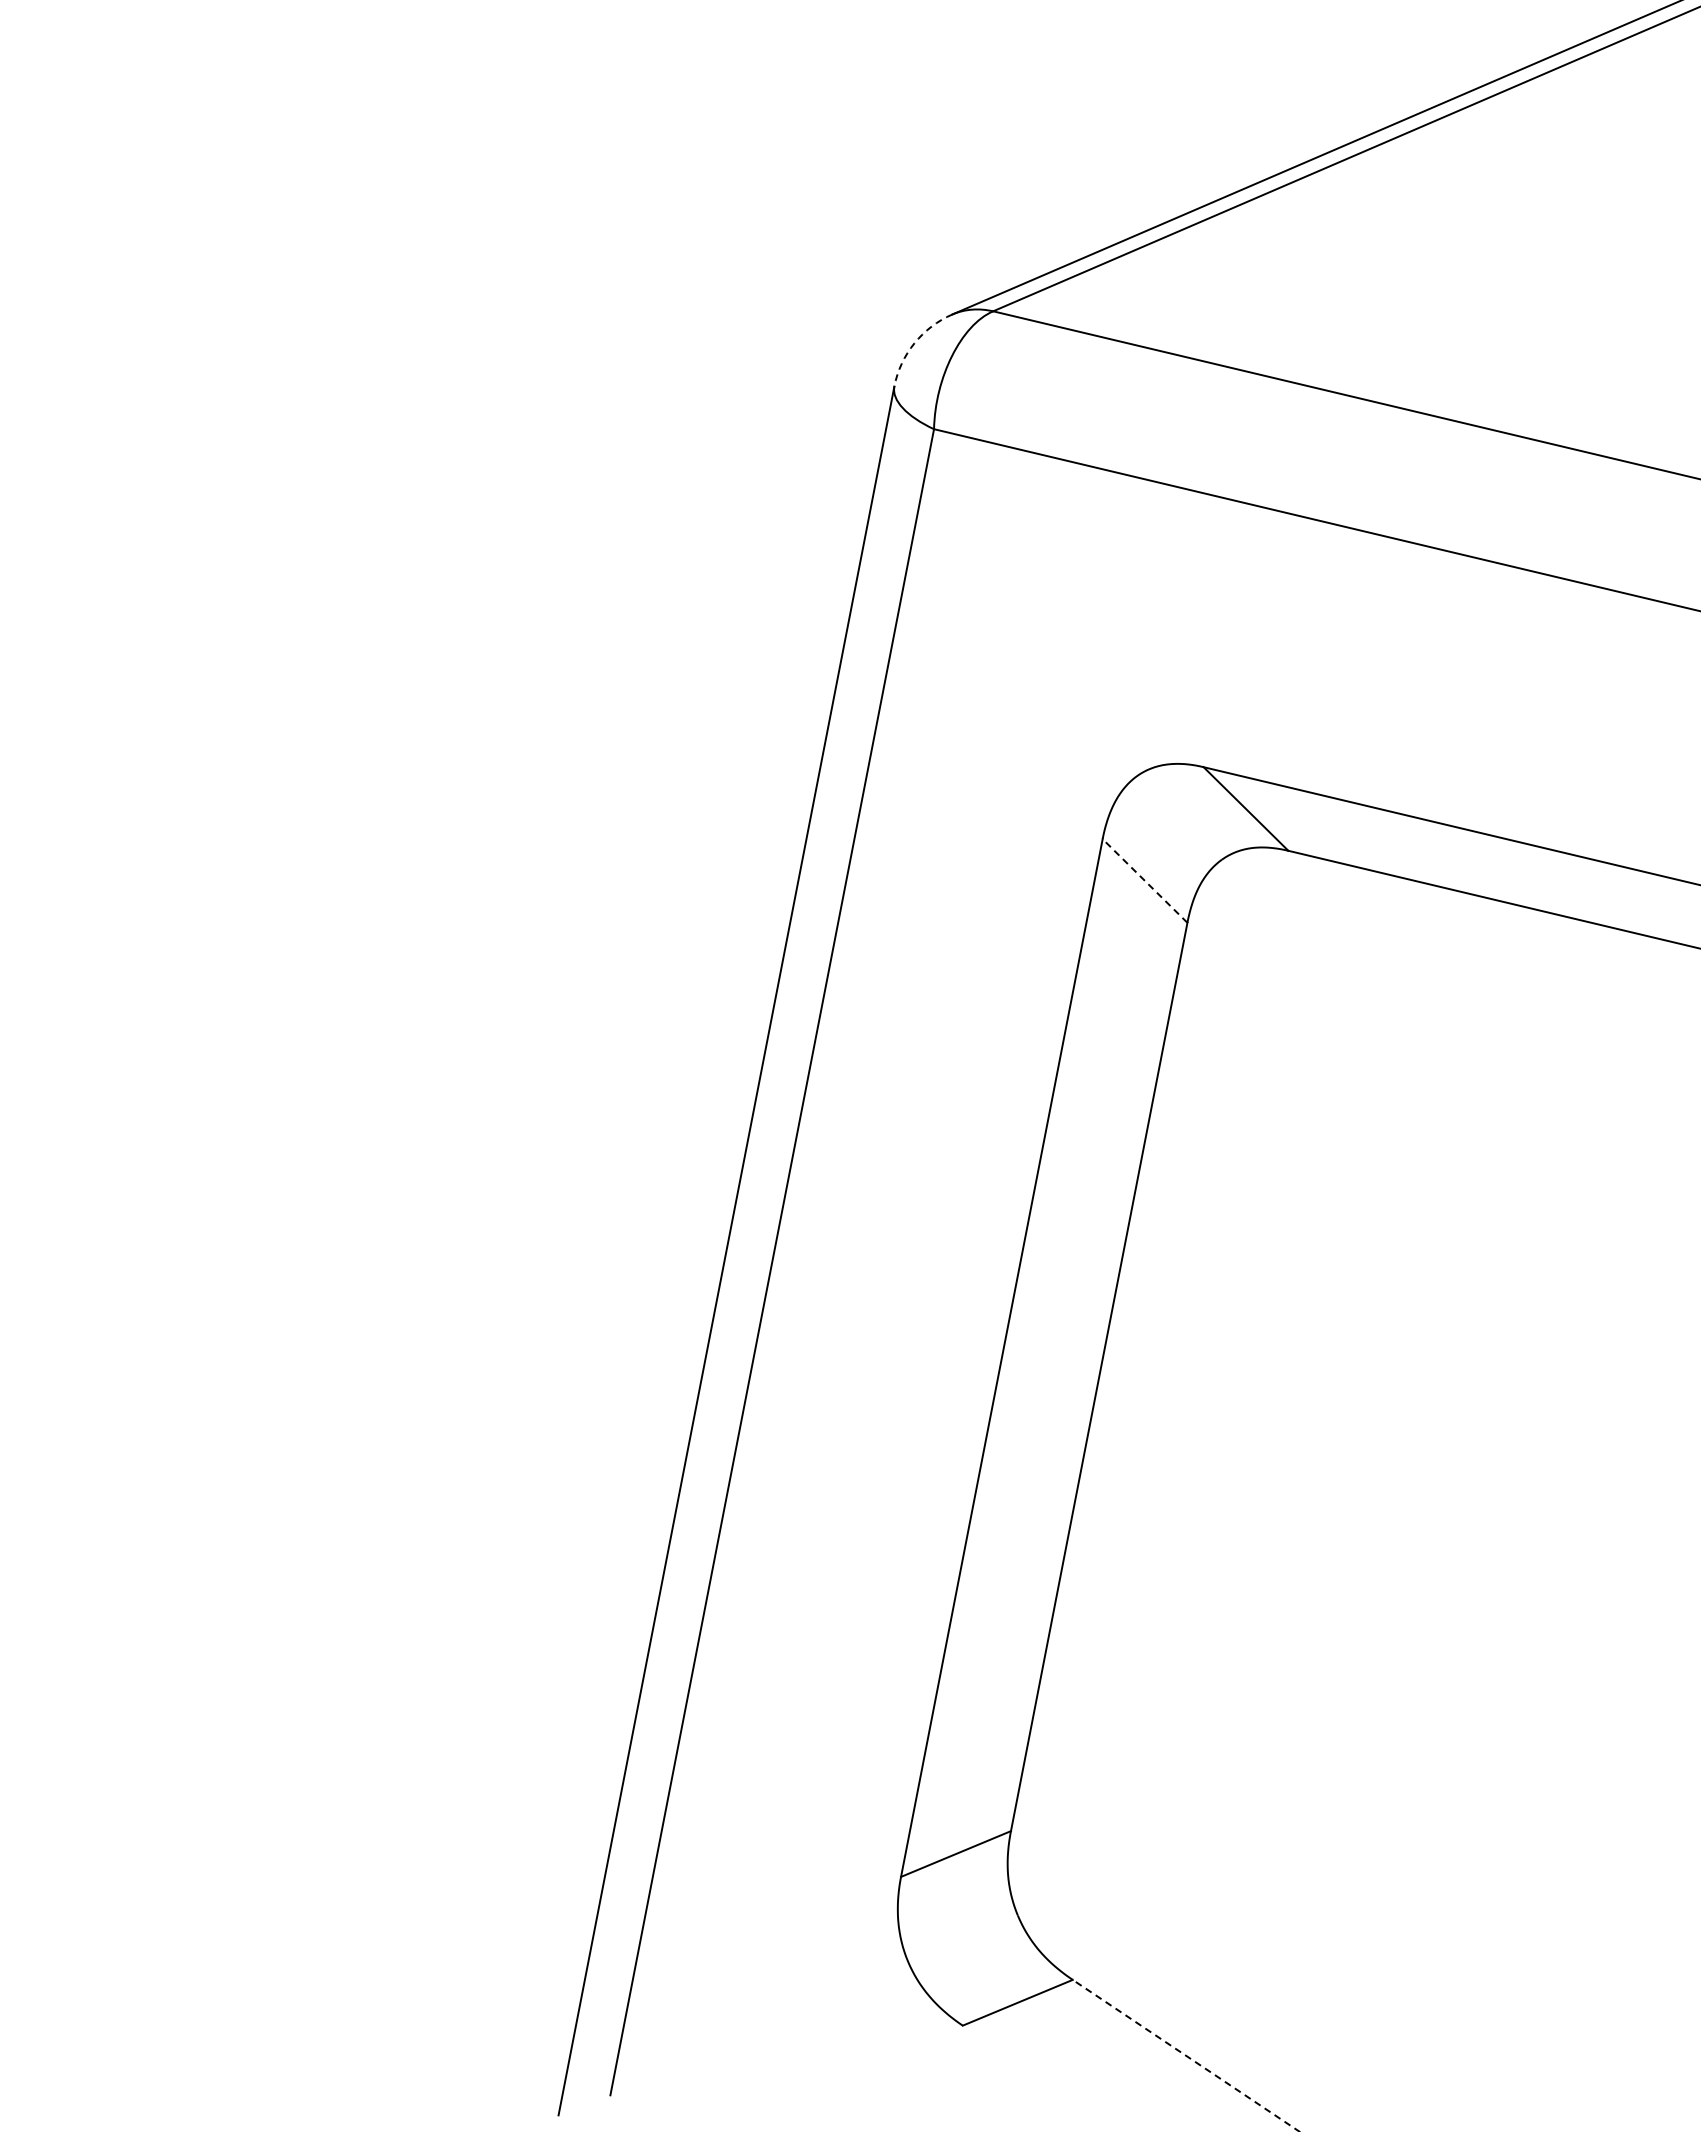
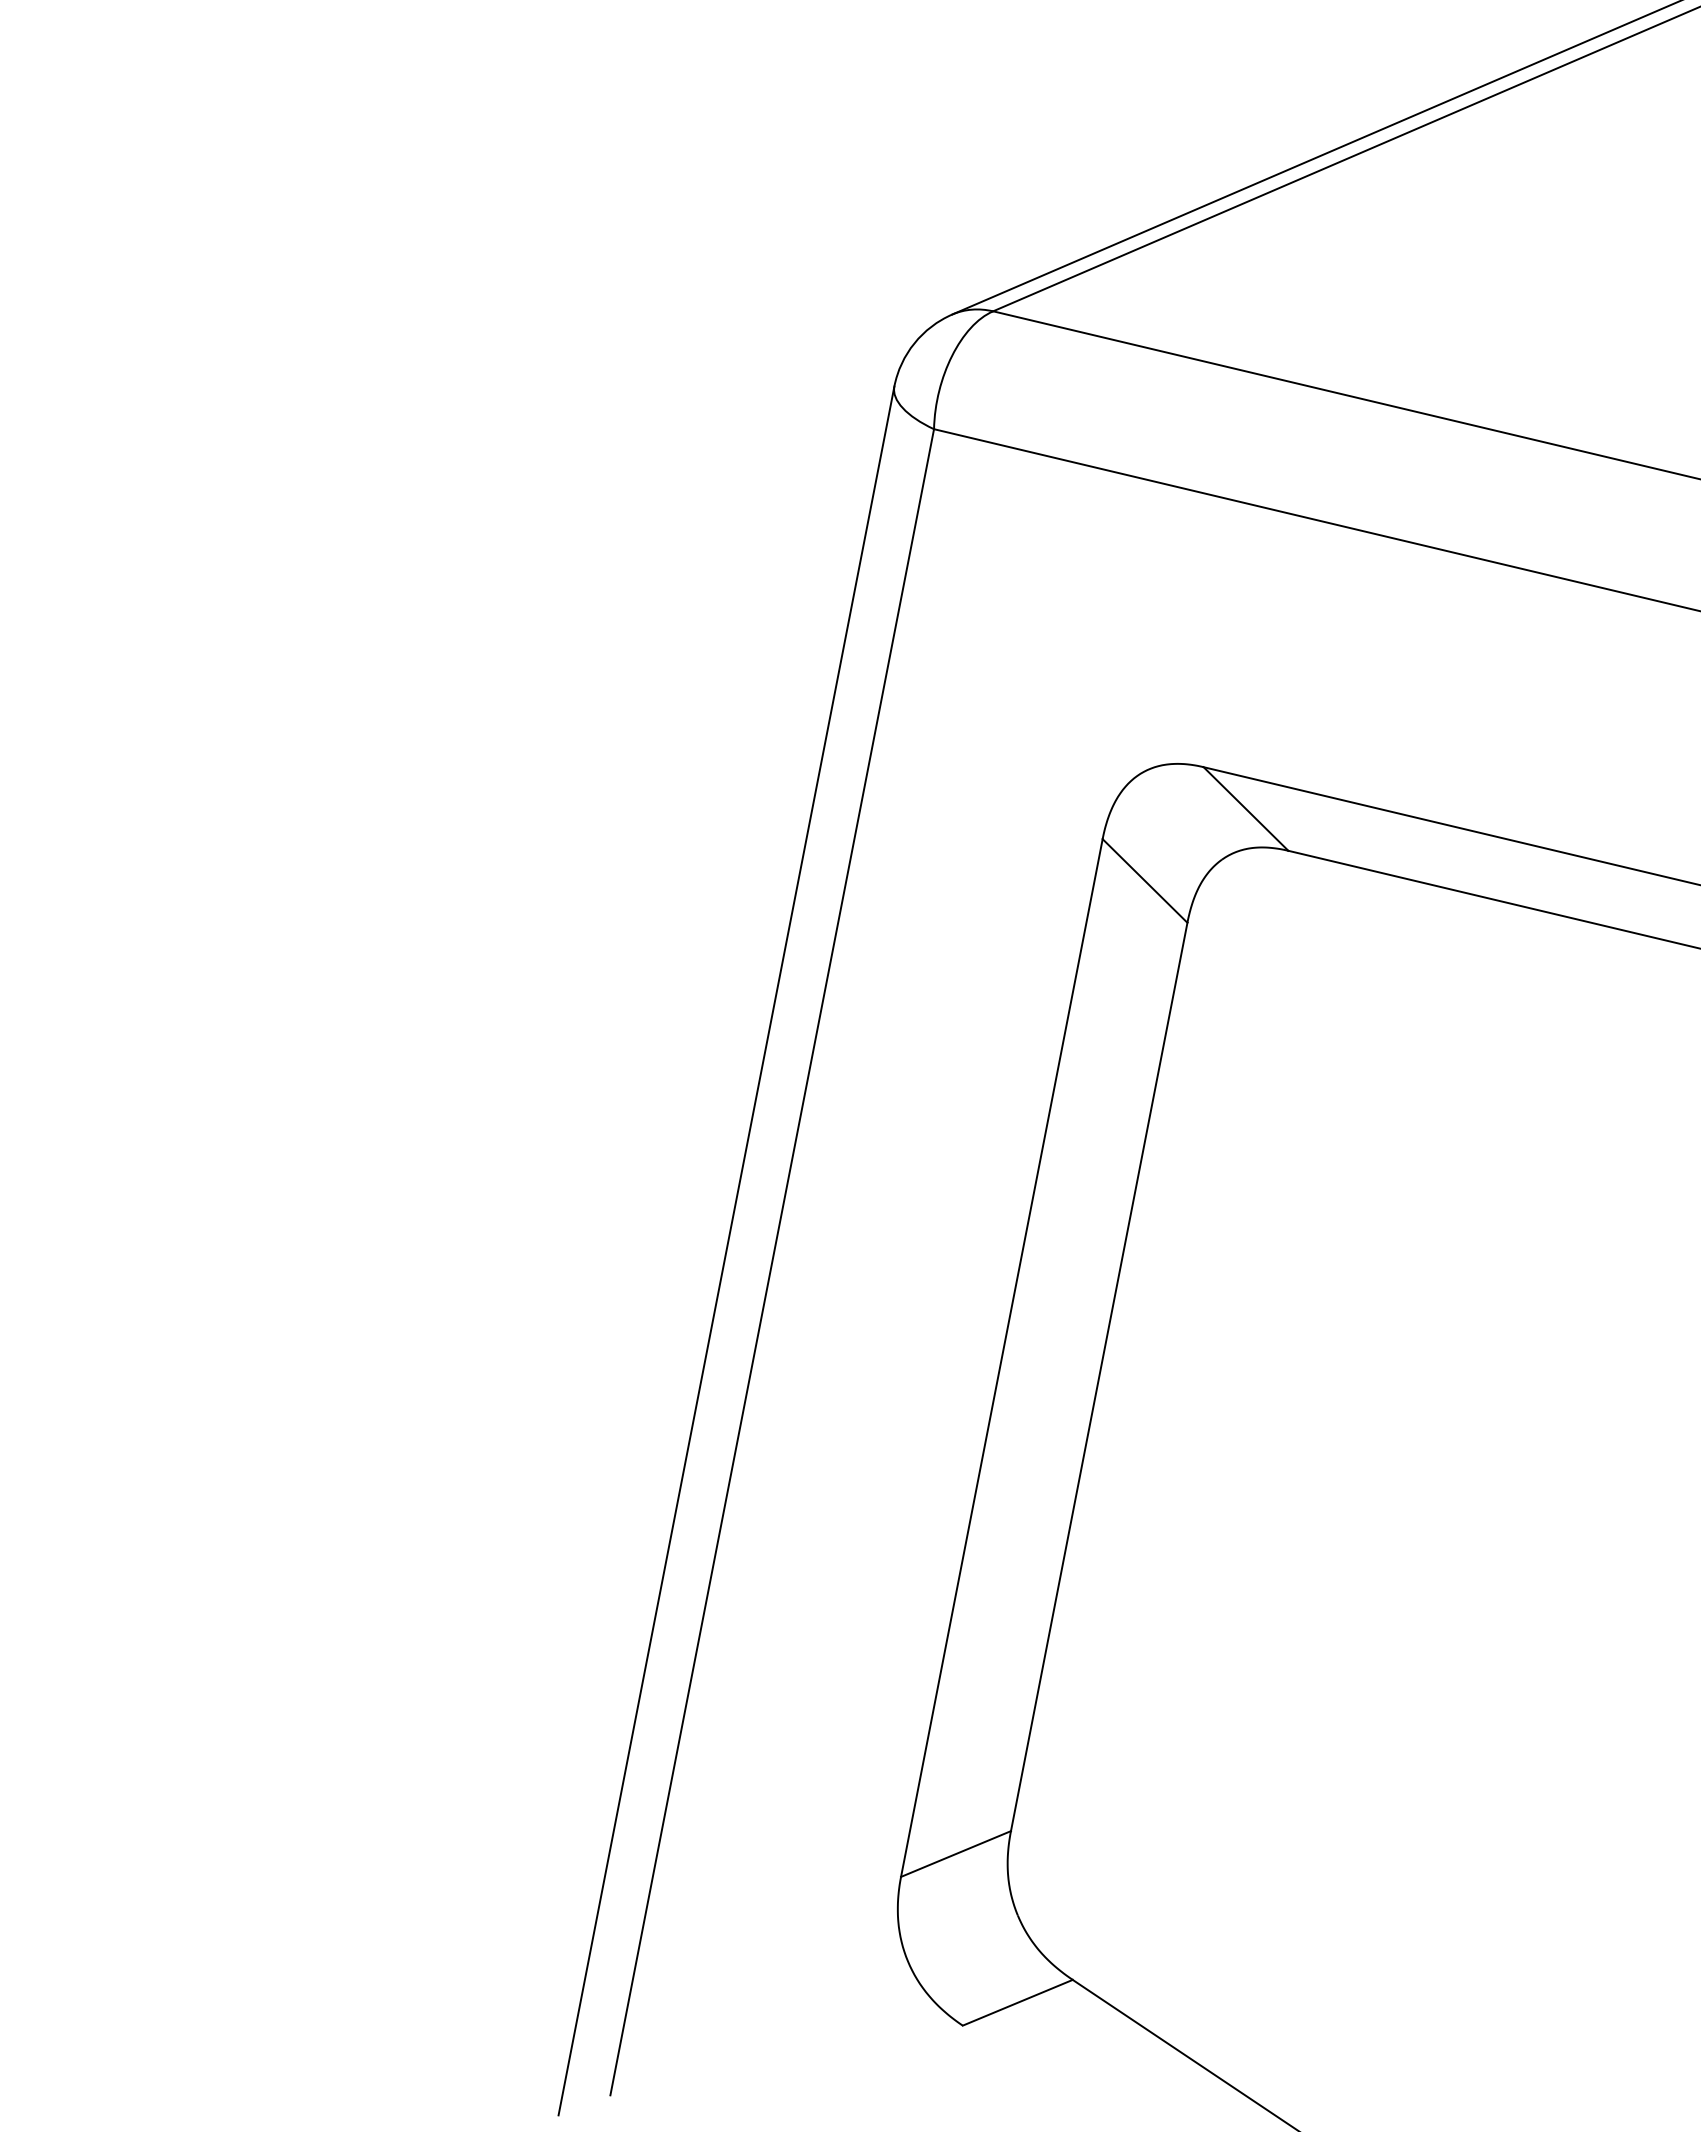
arc at (914, 343): dashed -> solid
line at (1145, 880): dashed -> solid
line at (1185, 2055): dashed -> solid
